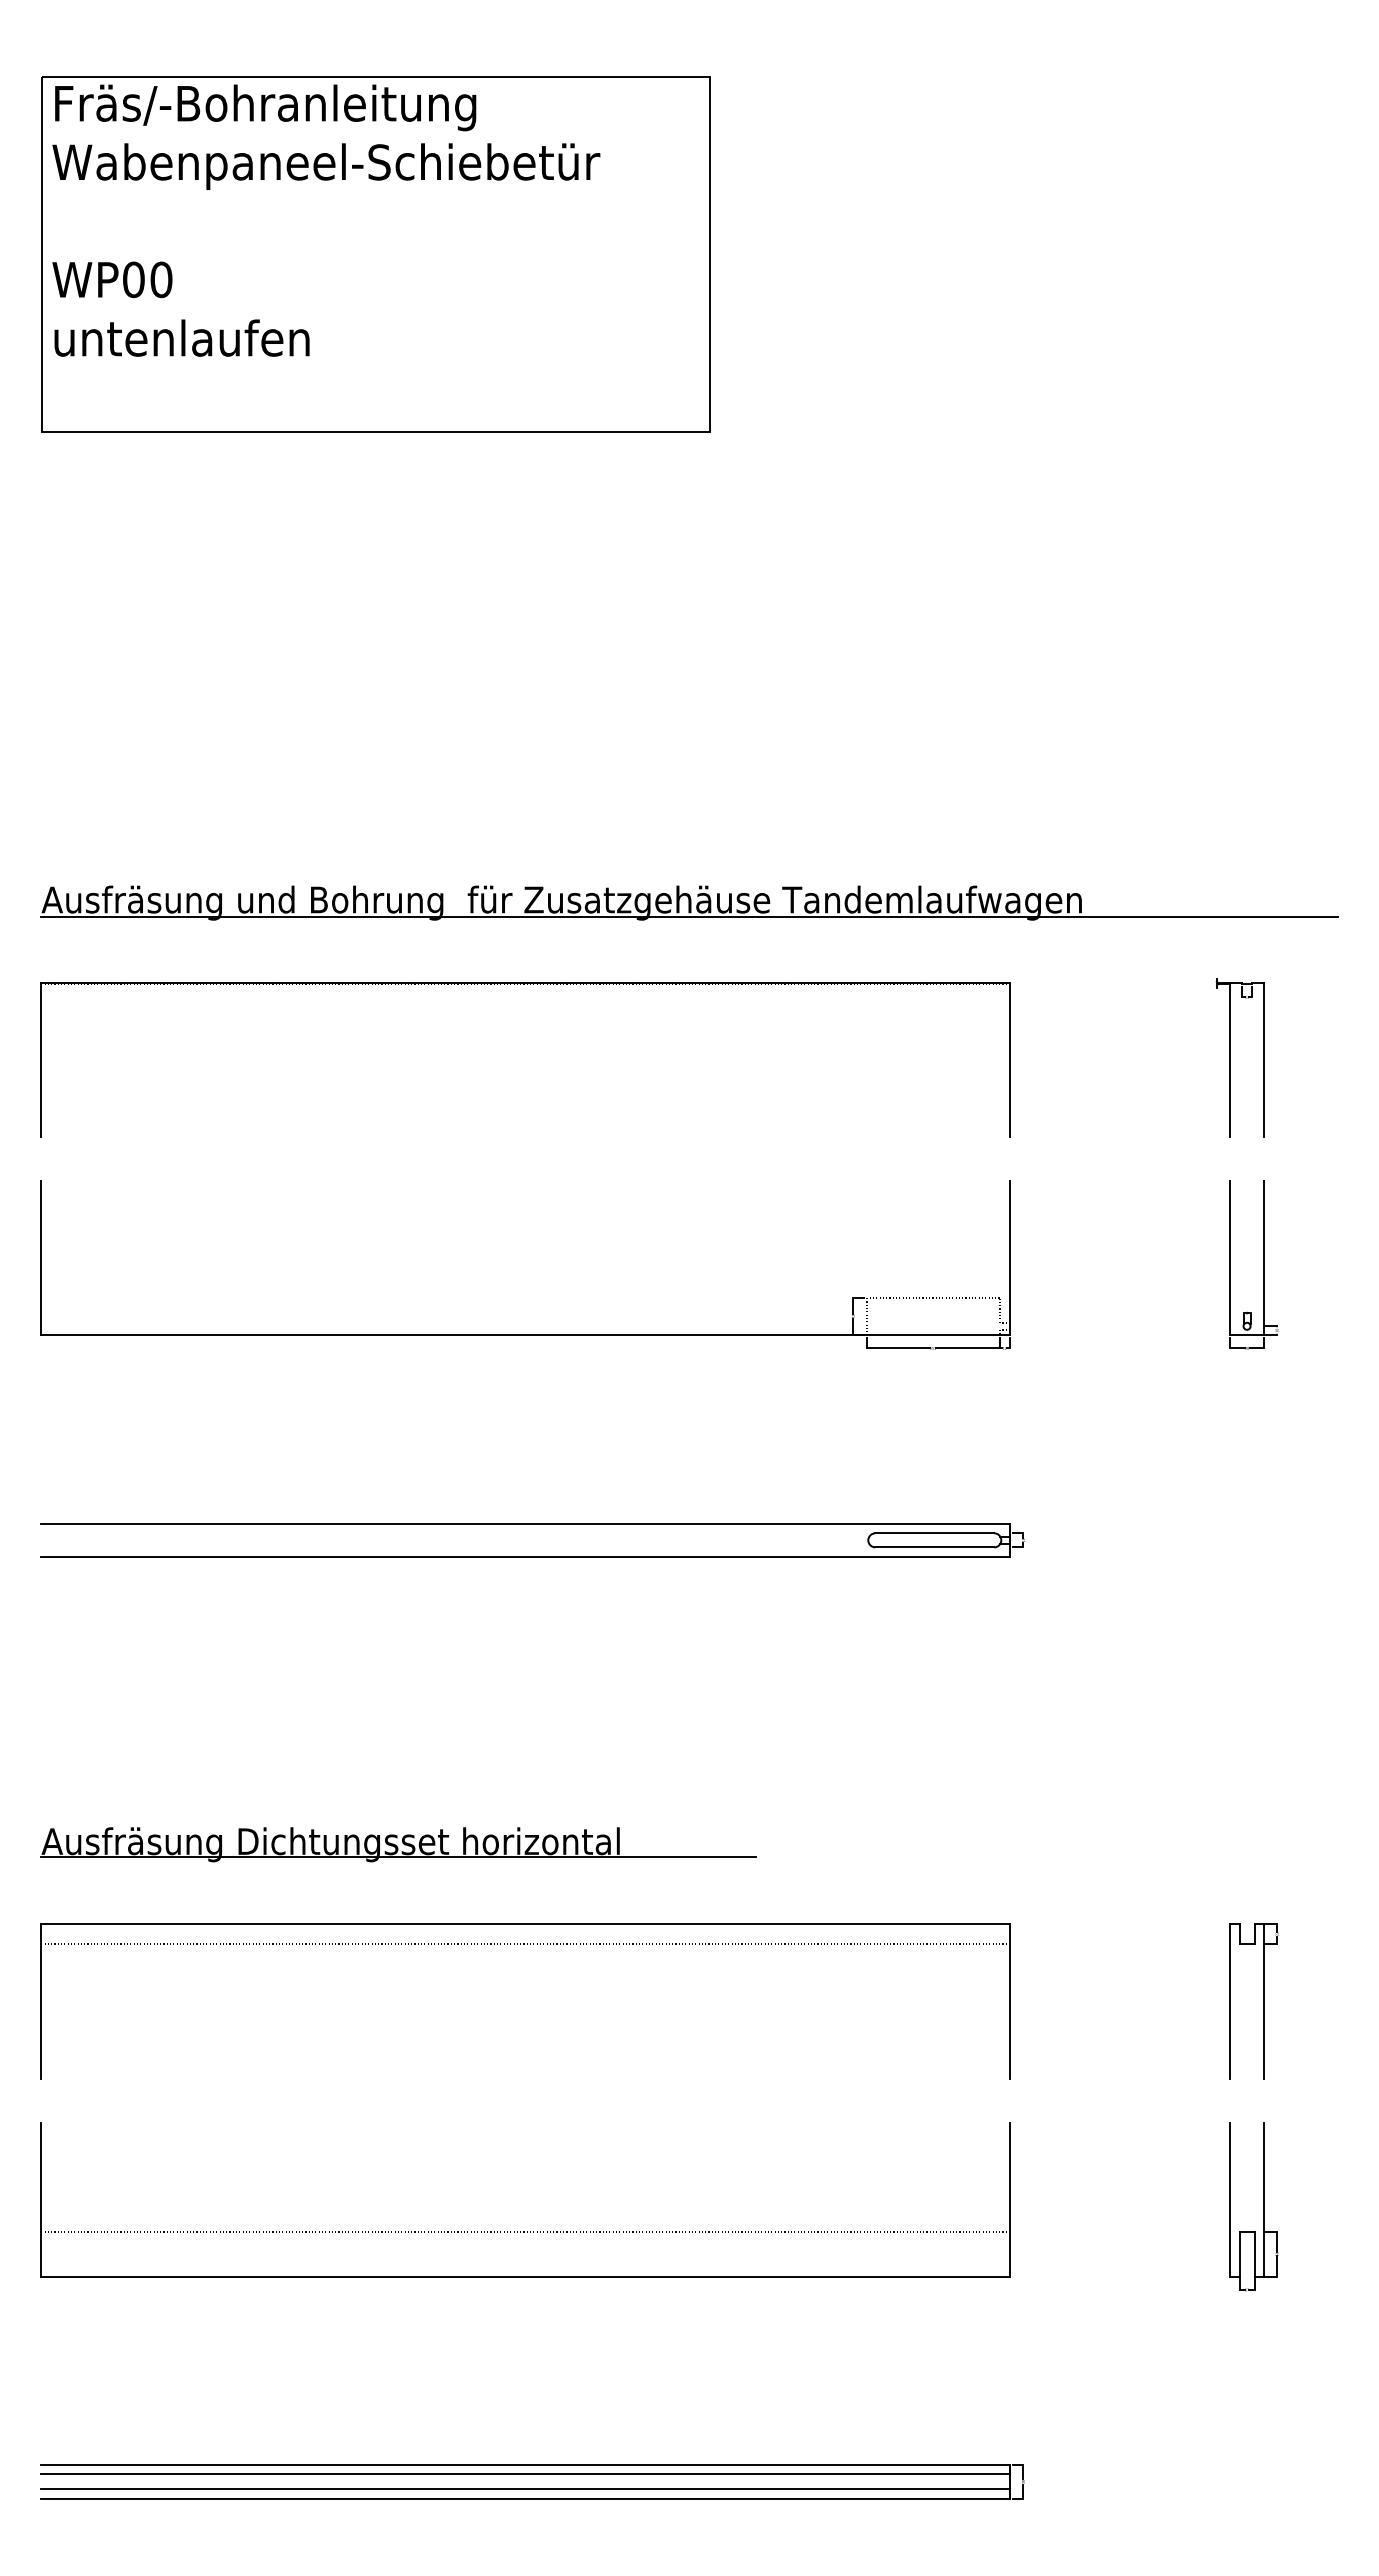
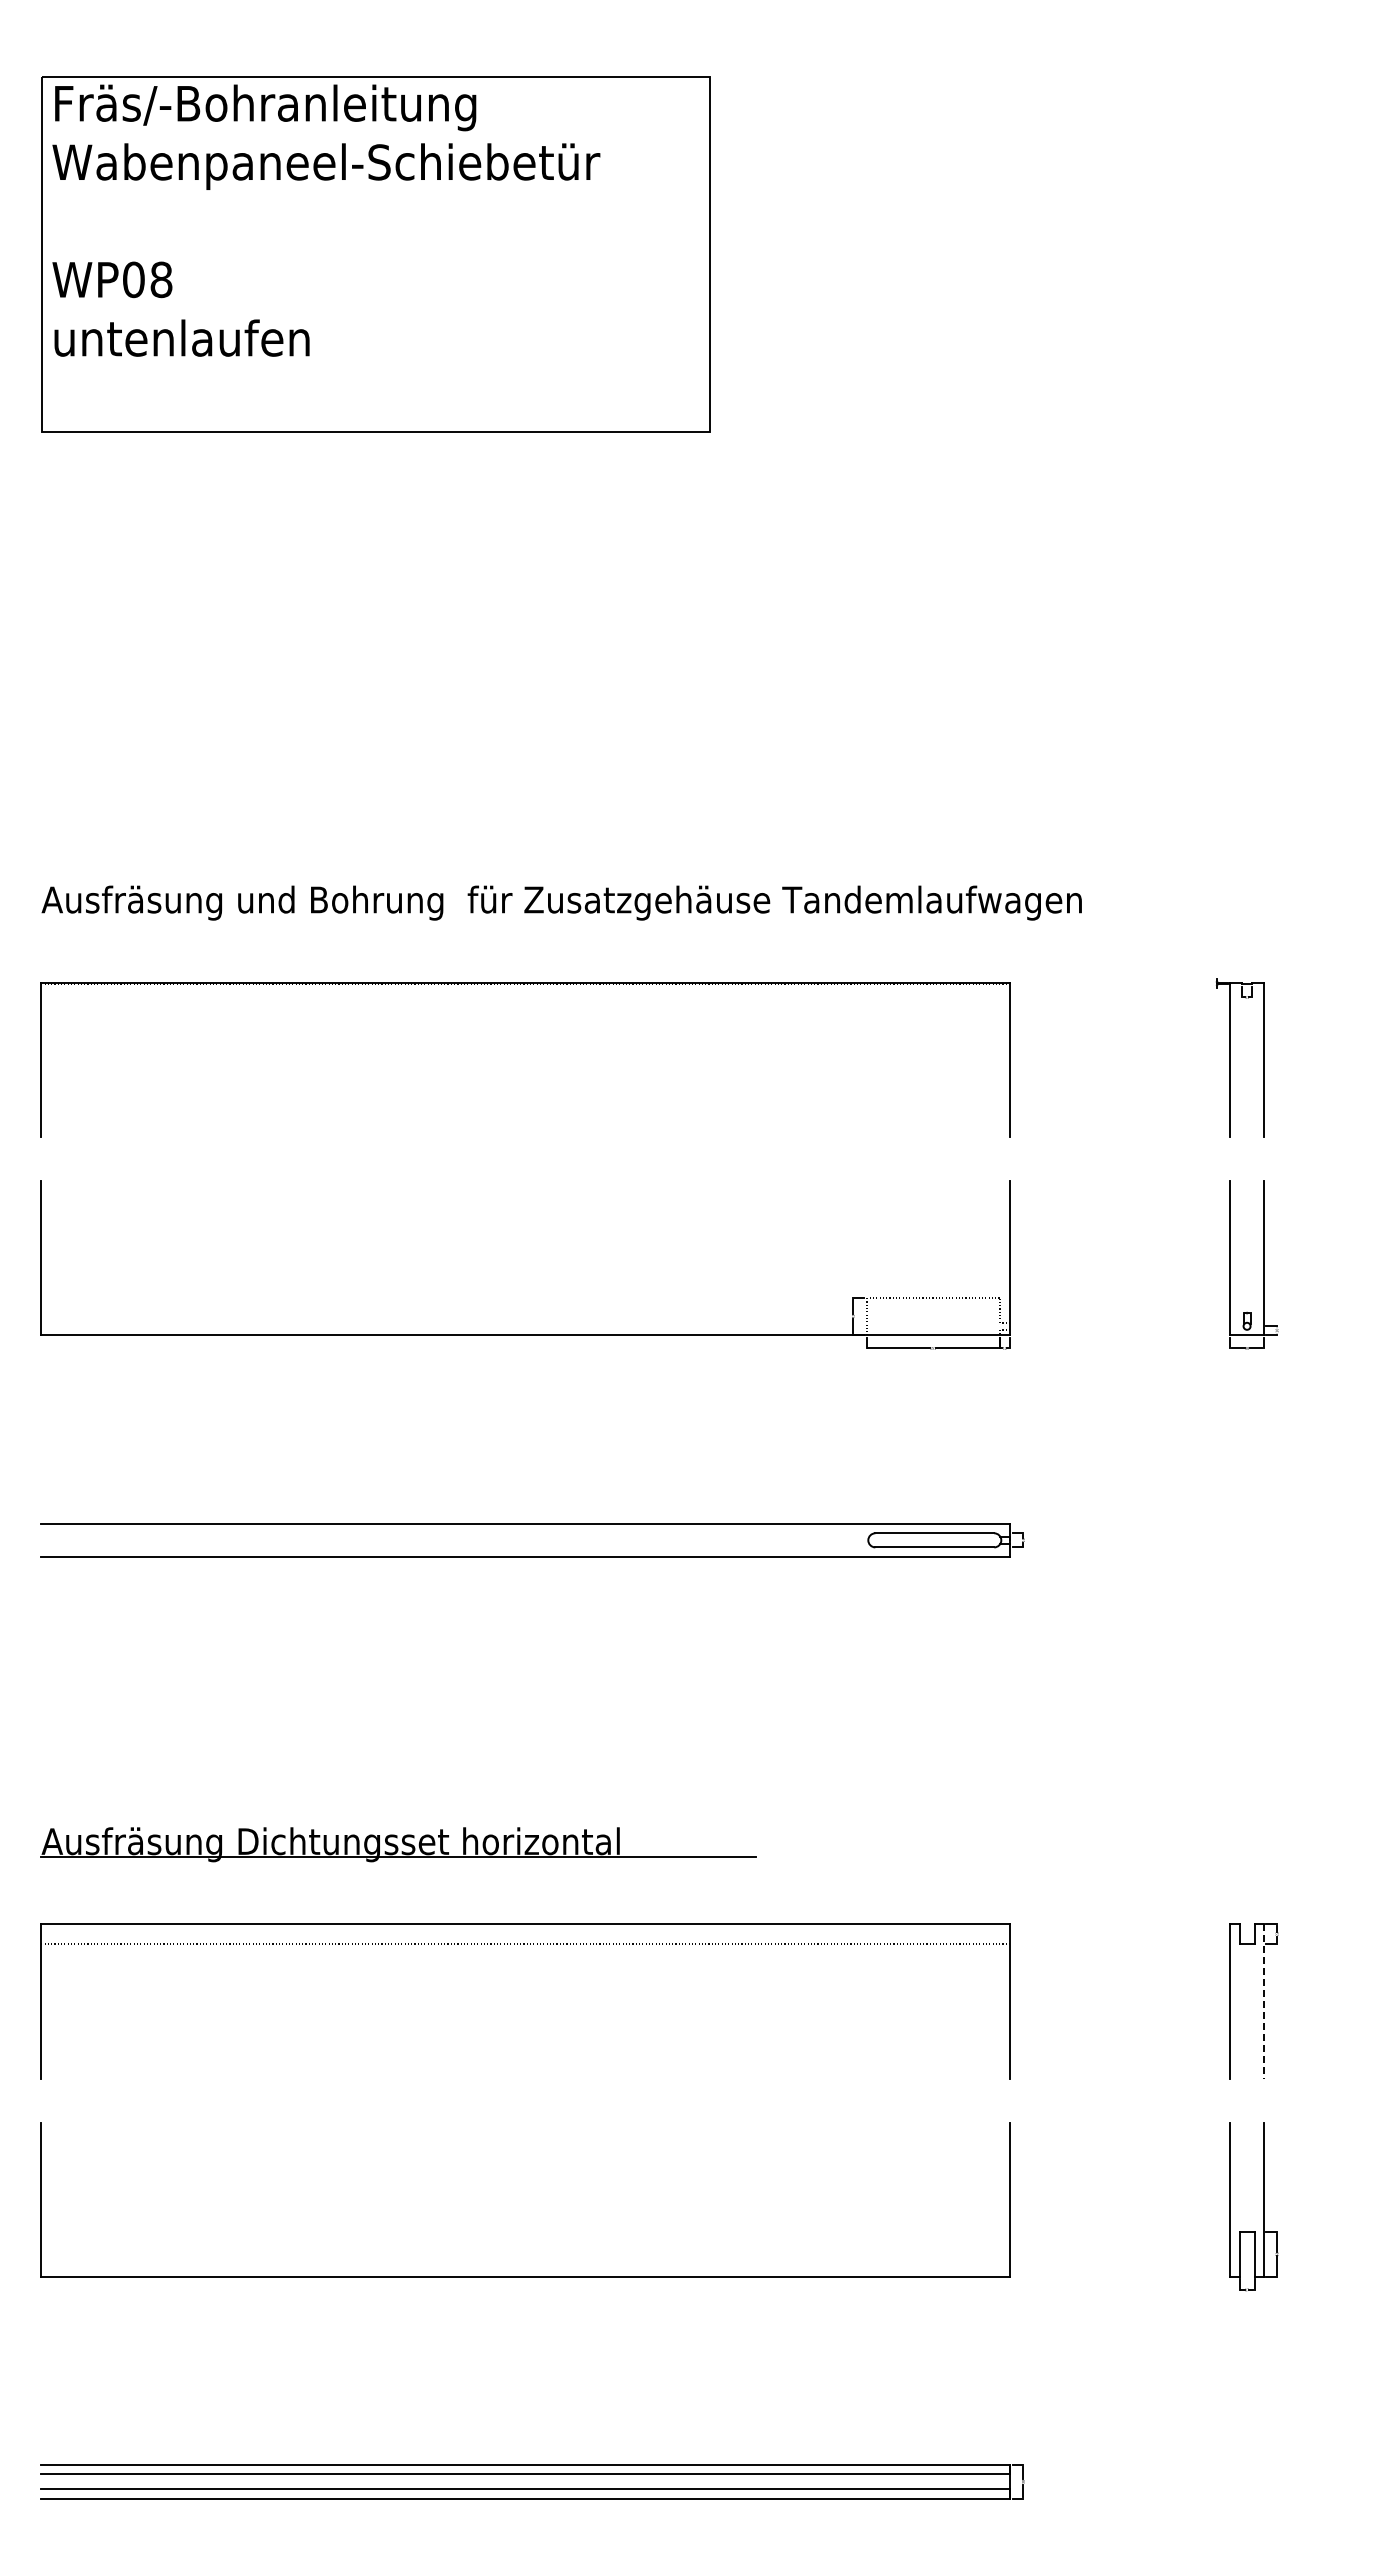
text at (161, 279): WP00 -> WP08
line at (689, 916): present -> none
line at (1263, 2001): solid -> dashed
line at (525, 2231): present -> none
